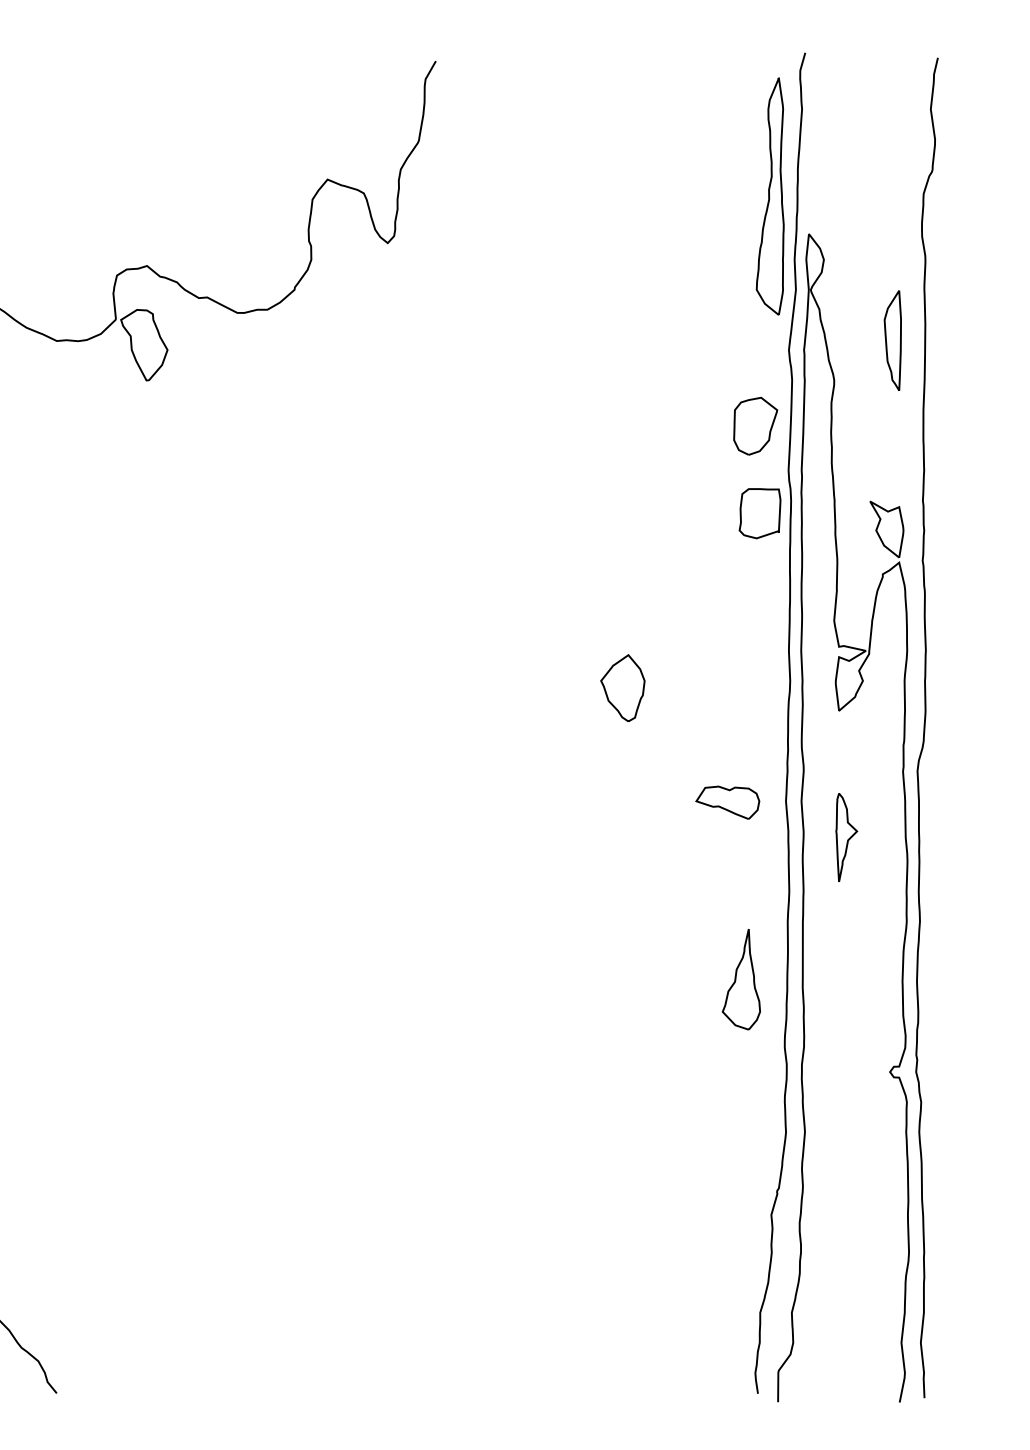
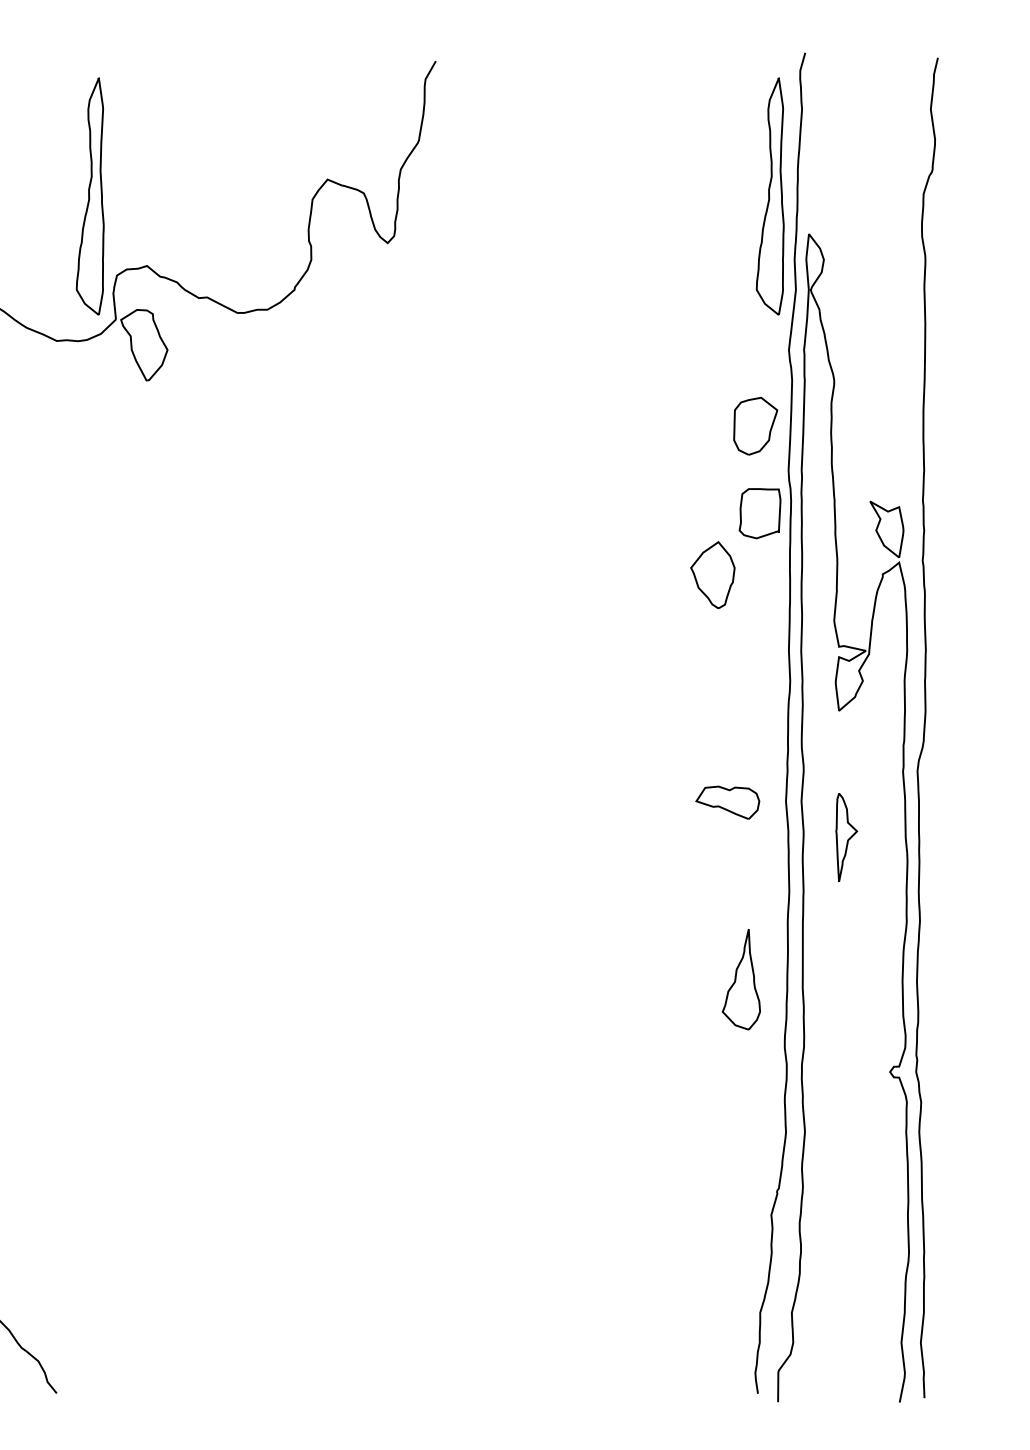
part at (89, 196): none -> present
part at (892, 340): present -> none
part at (622, 687) position: (622, 687) -> (712, 574)
